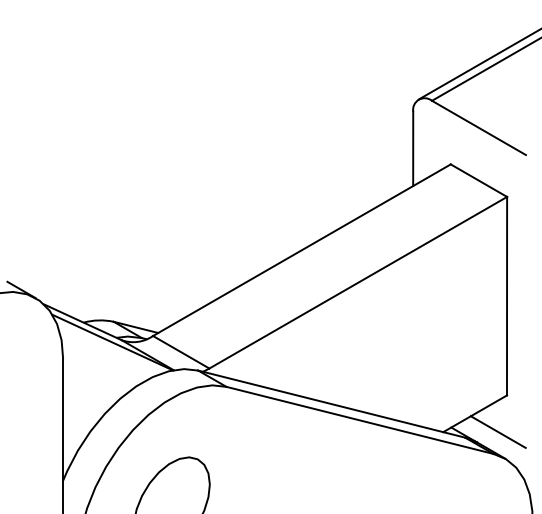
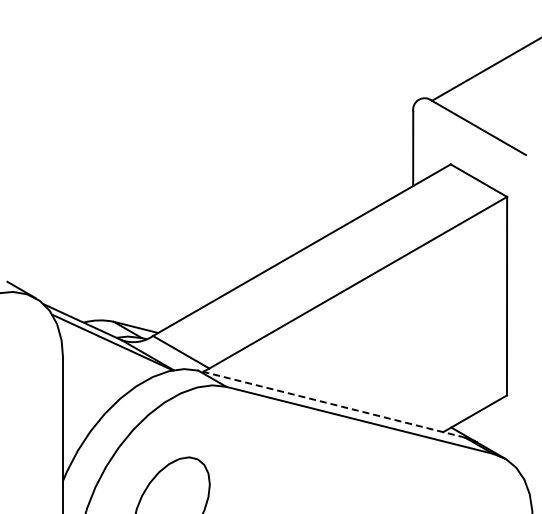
line at (478, 64): present -> none
line at (331, 404): solid -> dashed
line at (497, 431): present -> none
